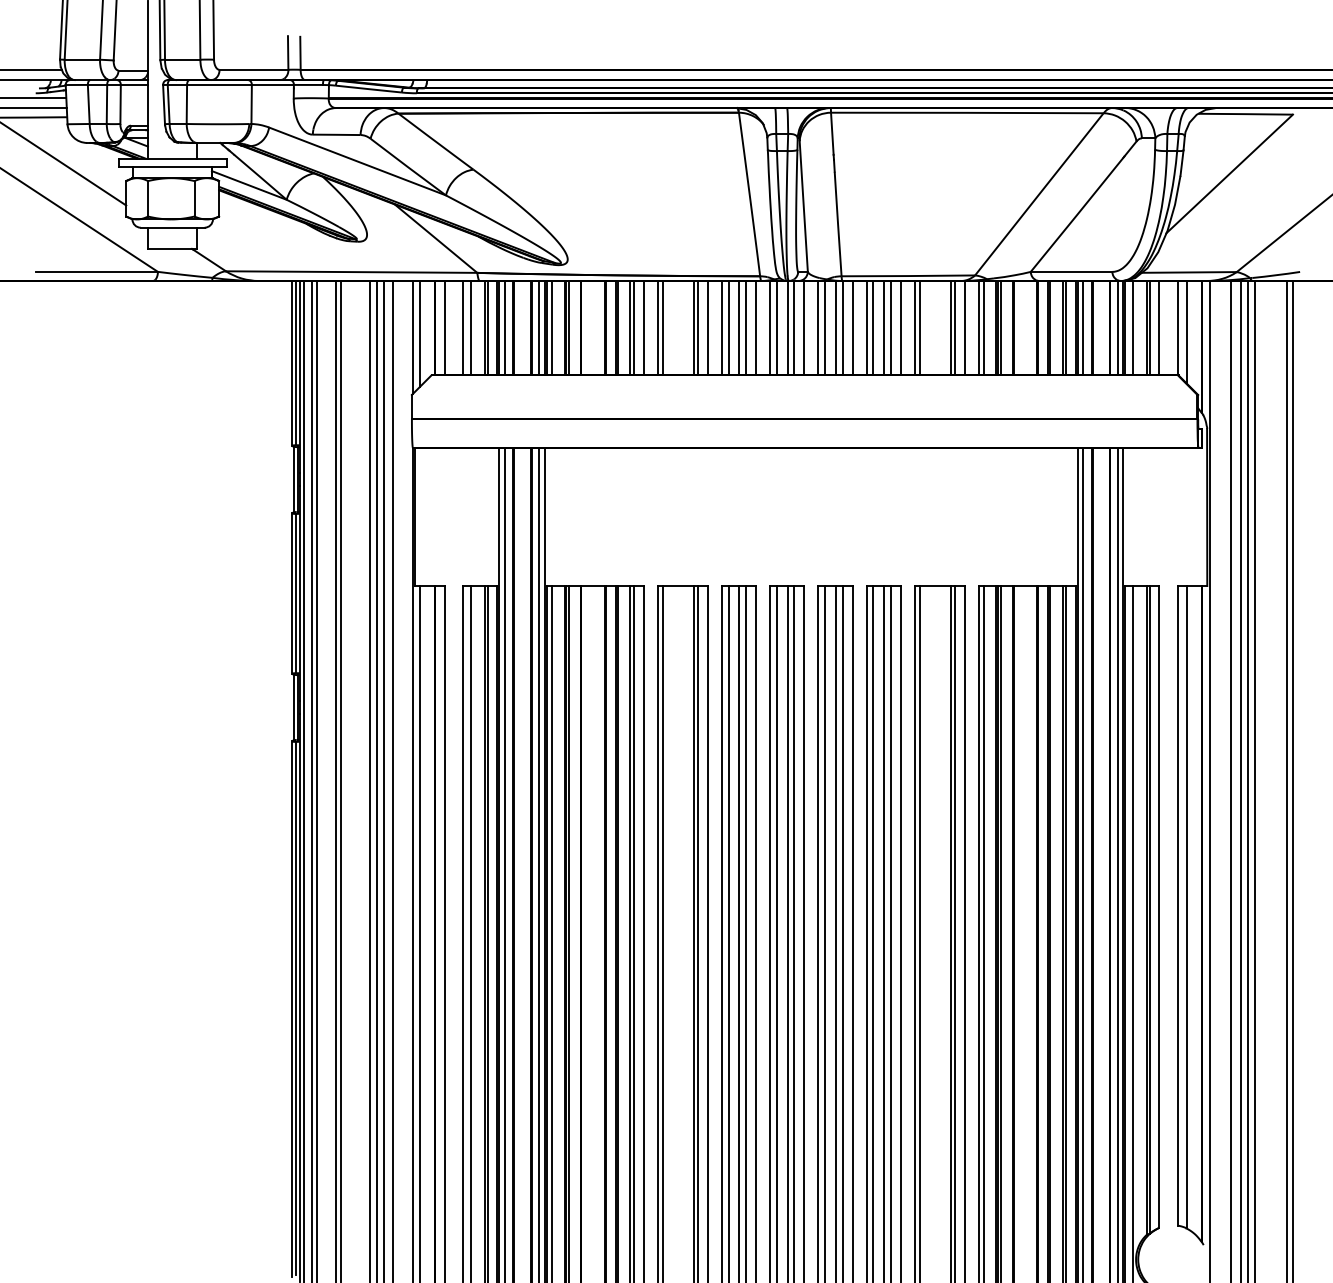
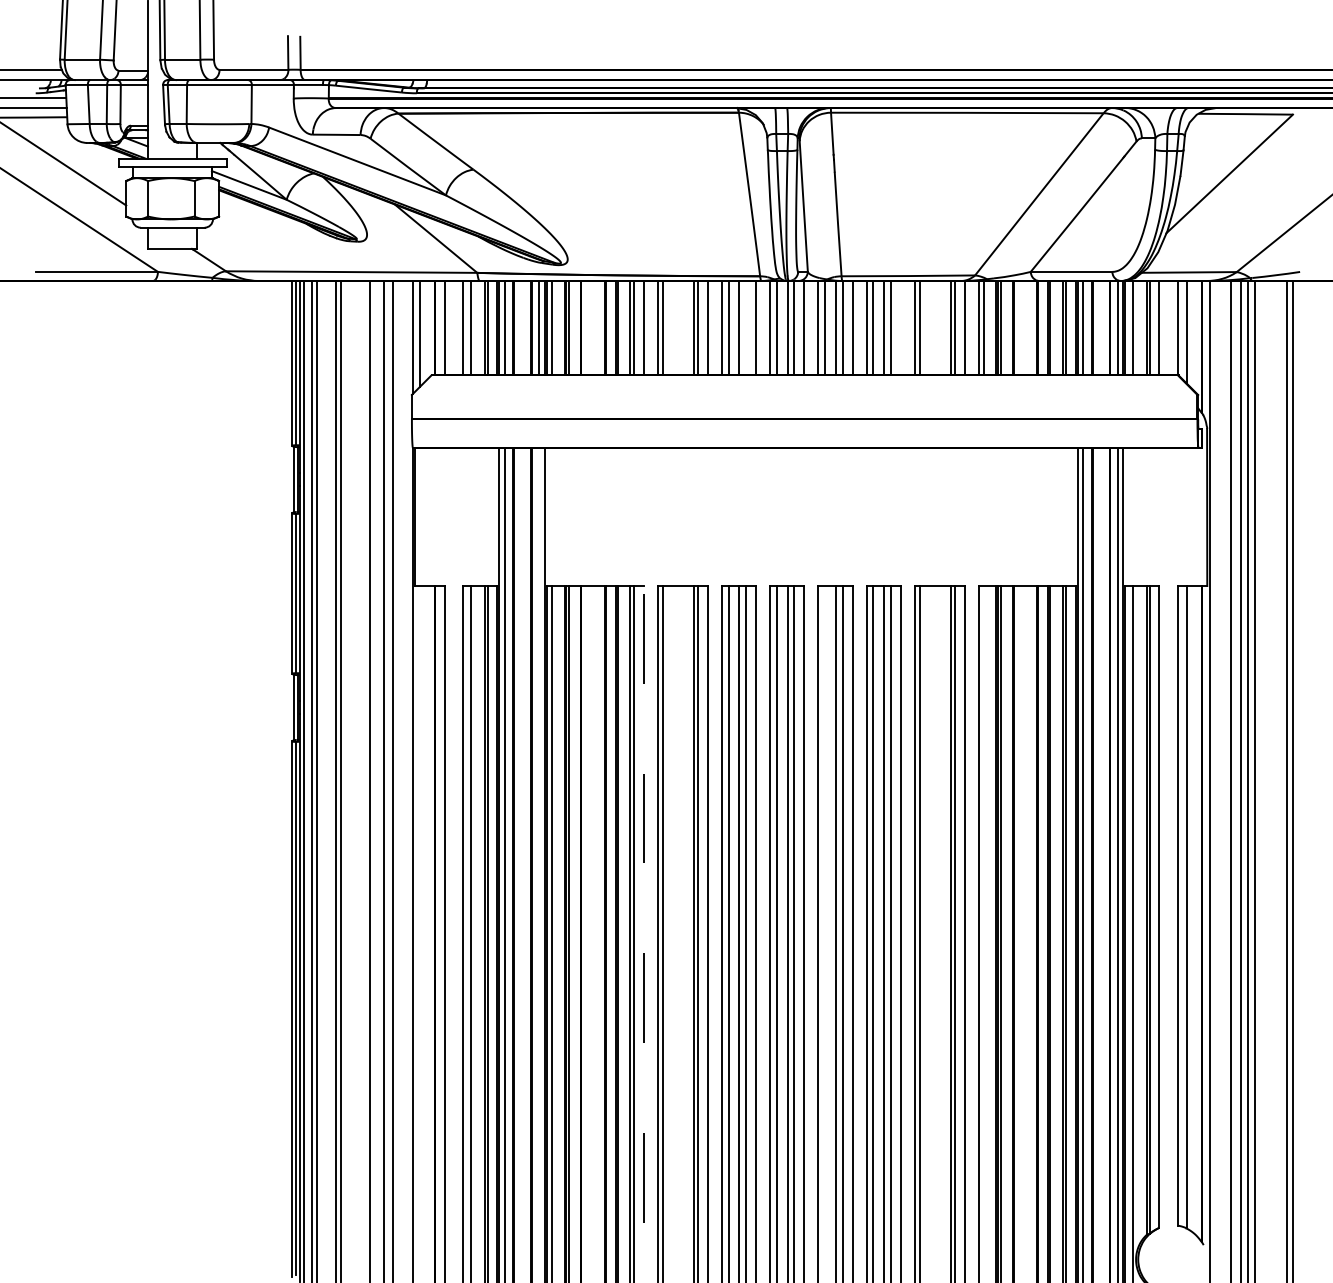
line at (746, 327): present -> none
line at (900, 327): present -> none
line at (376, 780): present -> none
line at (539, 863): present -> none
line at (419, 932): present -> none
line at (825, 932): present -> none
line at (983, 932): present -> none
line at (643, 933): solid -> dashed
